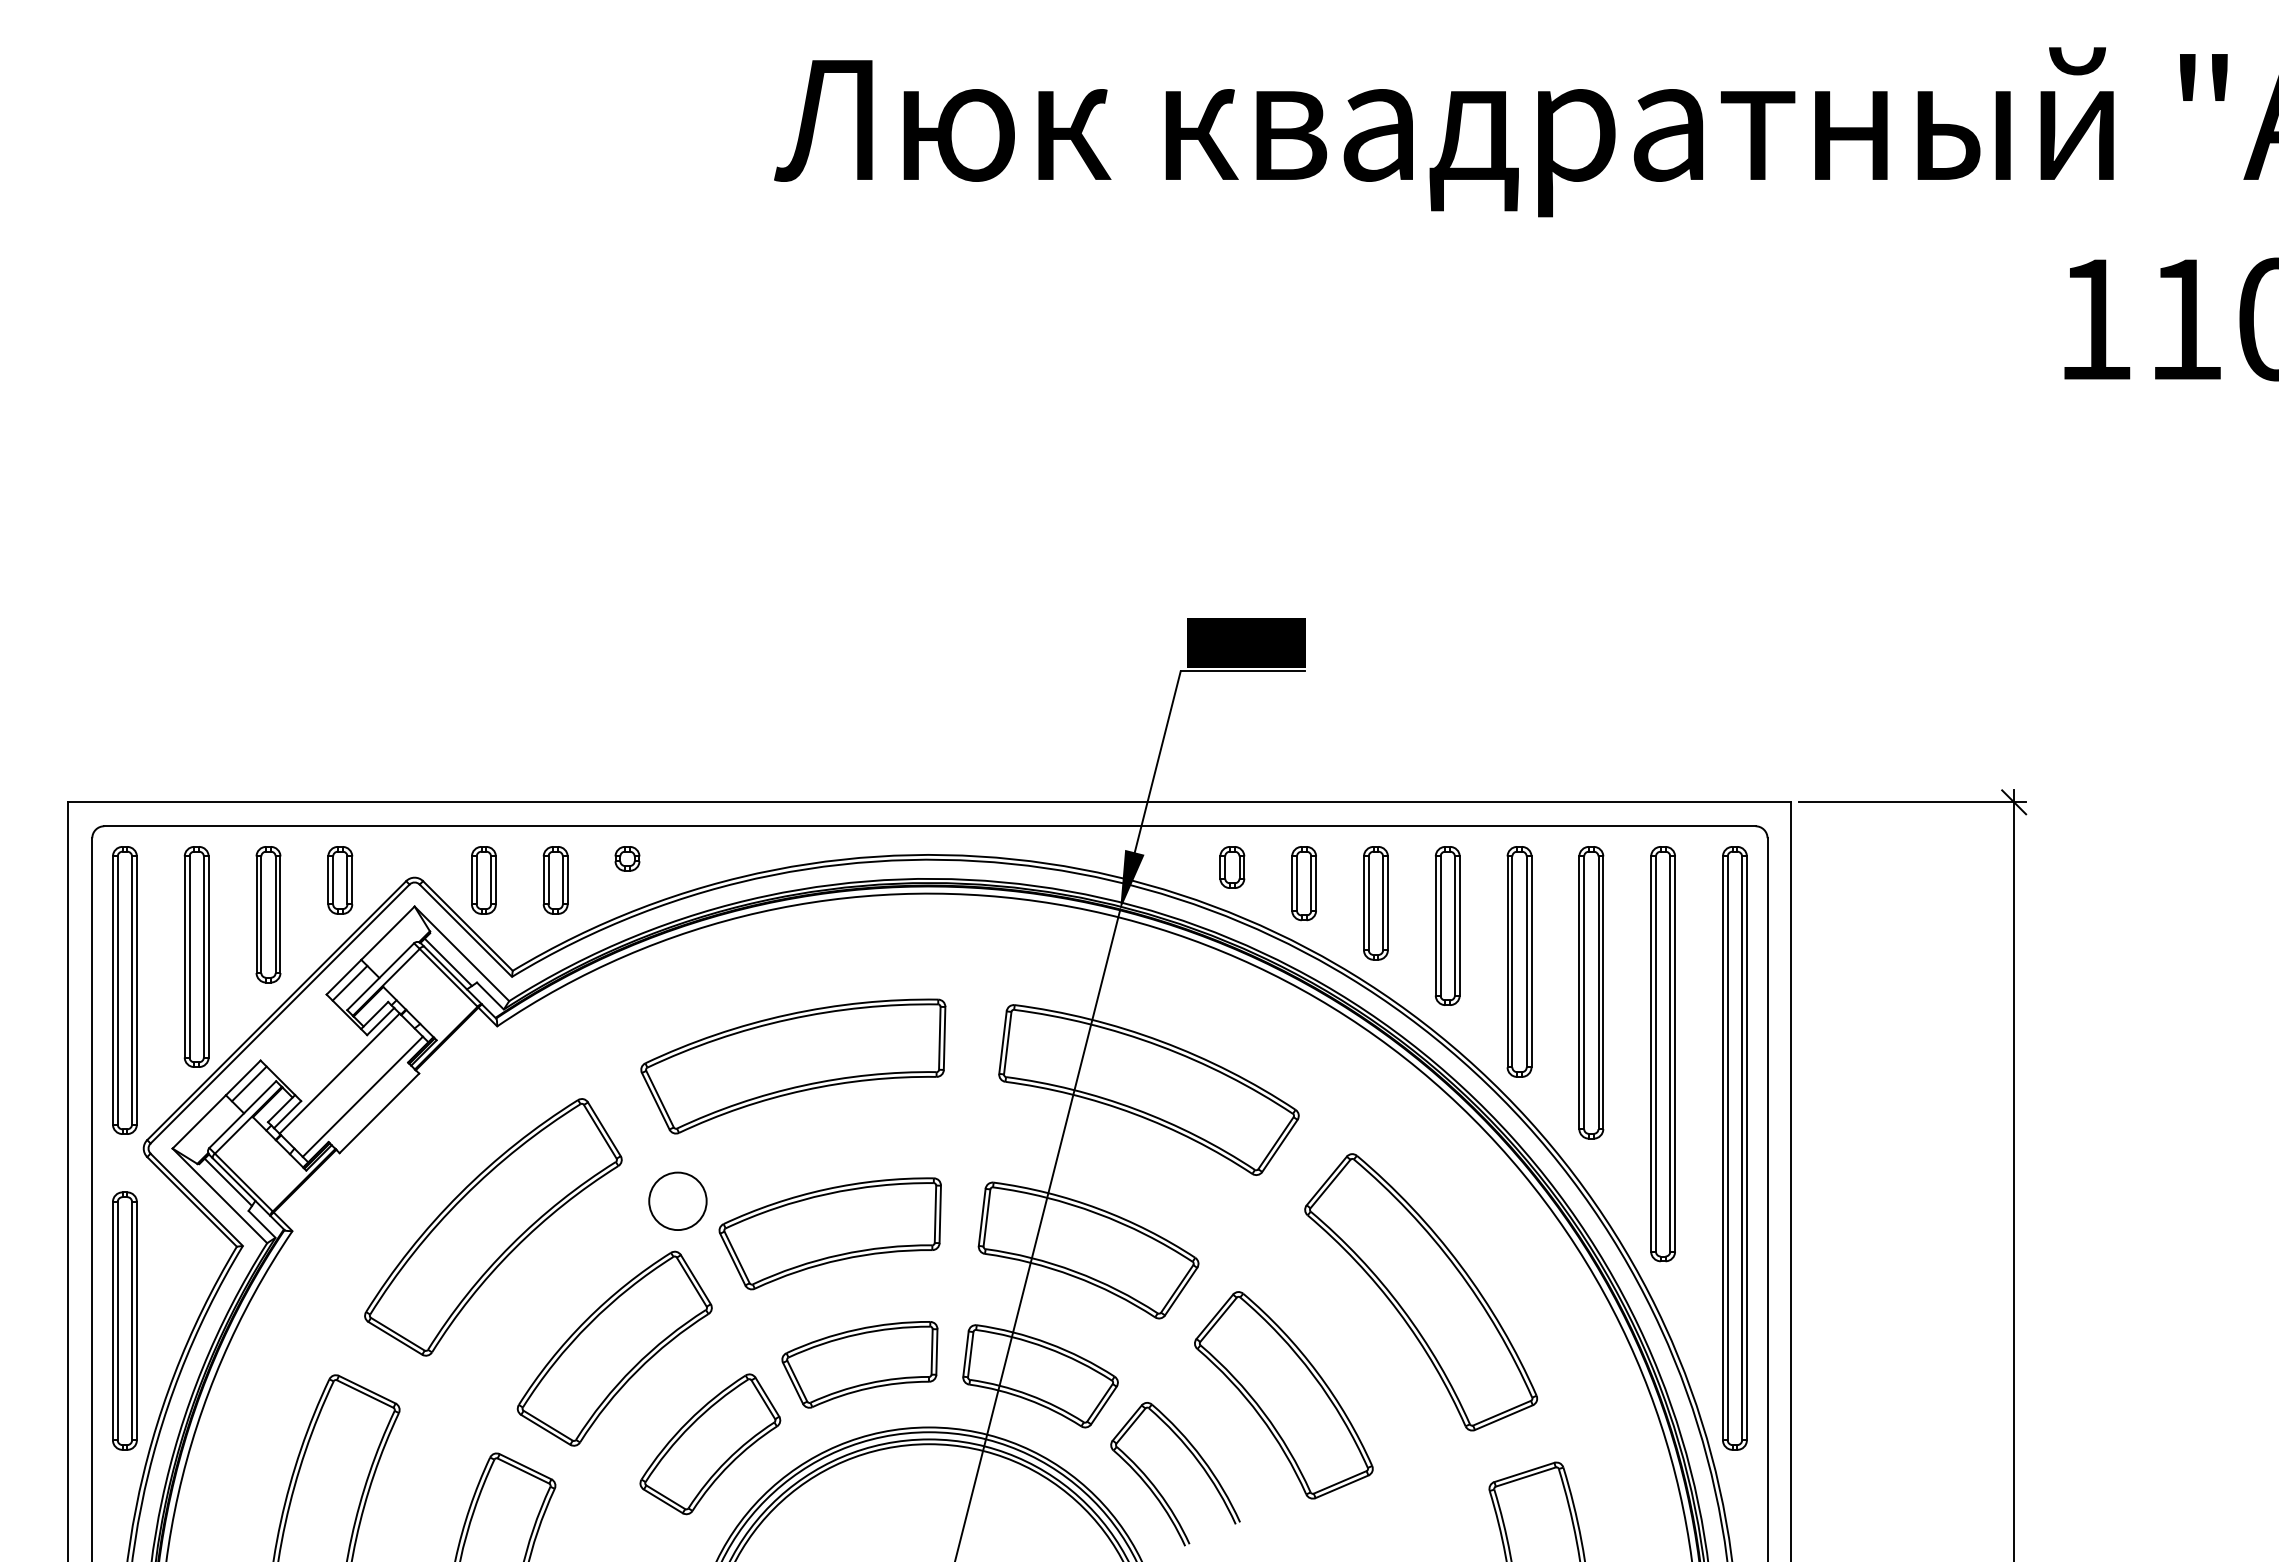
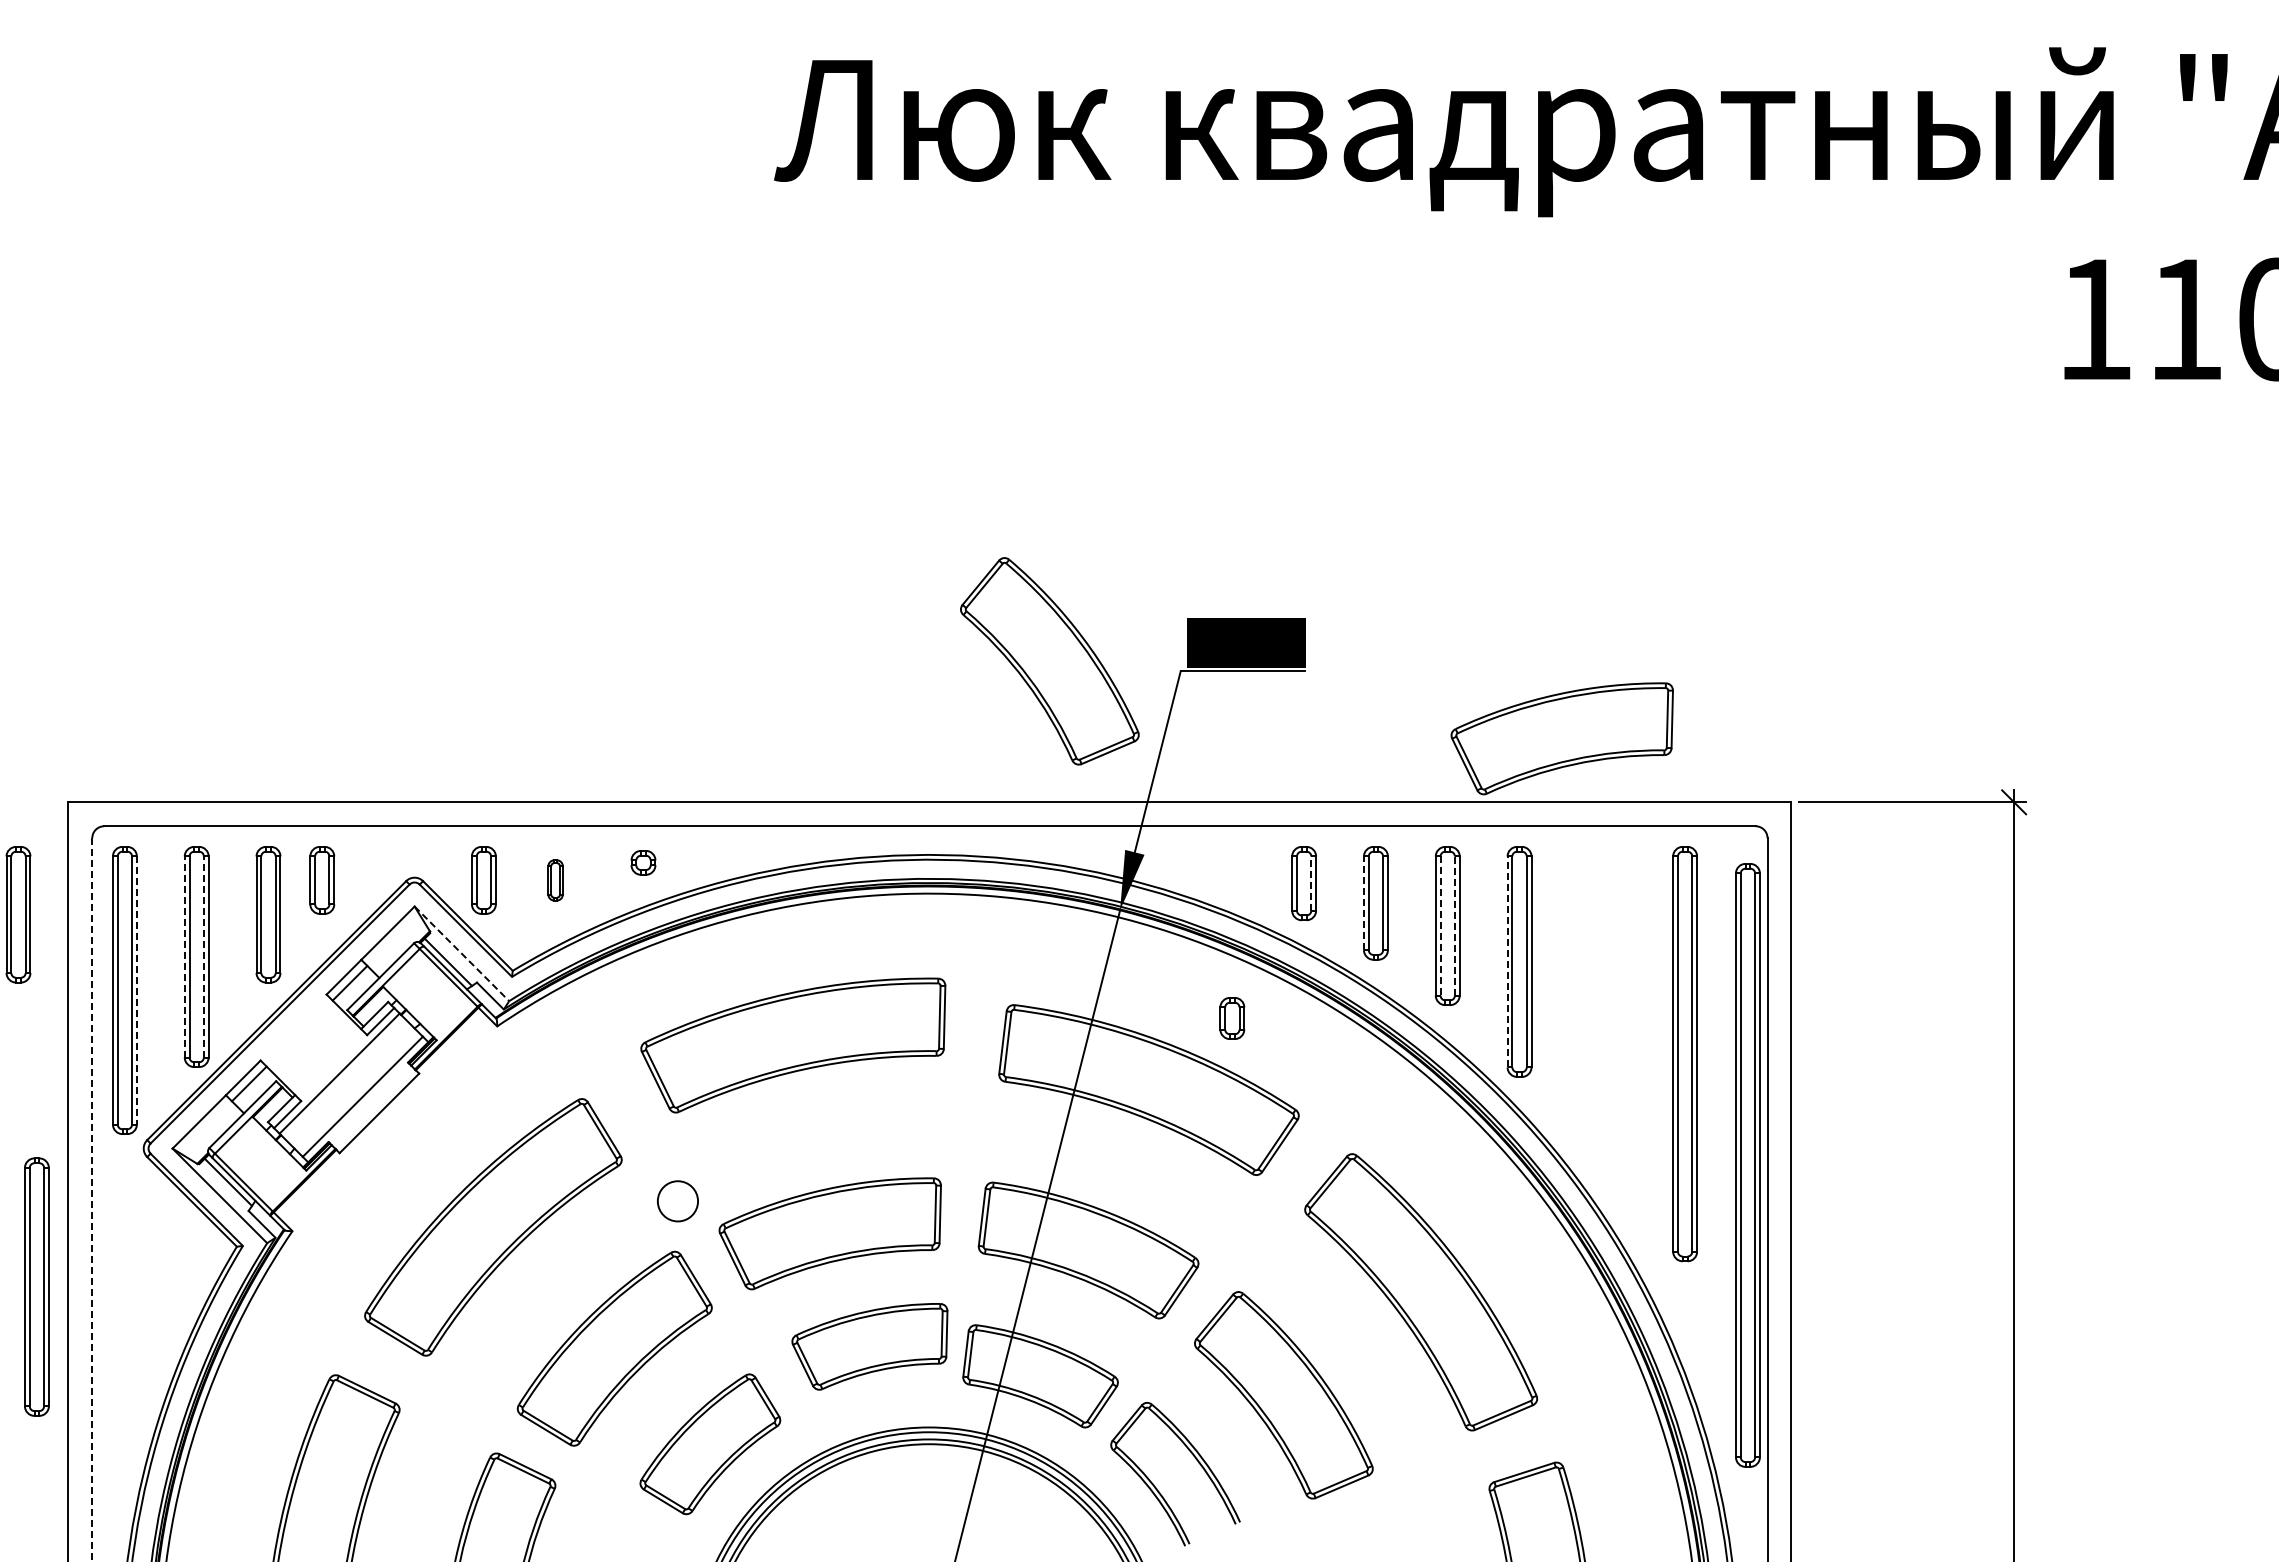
part at (1049, 661): none -> present
part at (1561, 738): none -> present
part at (627, 858) position: (627, 858) -> (643, 862)
part at (1232, 867) position: (1232, 867) -> (1232, 1018)
part at (340, 880) position: (340, 880) -> (322, 880)
part at (555, 880) size: 27x69 px -> 17x43 px
line at (1311, 883): solid -> dashed
line at (1363, 903): solid -> dashed
part at (18, 914): none -> present
line at (1440, 926): solid -> dashed
line at (1454, 926): solid -> dashed
line at (461, 953): solid -> dashed
line at (184, 956): solid -> dashed
line at (203, 956): solid -> dashed
line at (1507, 961): solid -> dashed
line at (136, 991): solid -> dashed
part at (1591, 992): present -> none
part at (1662, 1054) position: (1662, 1054) -> (1684, 1054)
part at (793, 1066) position: (793, 1066) -> (793, 1045)
part at (1734, 1148) position: (1734, 1148) -> (1747, 1165)
line at (92, 1200): solid -> dashed
circle at (677, 1201) diameter: 57 px -> 40 px
part at (124, 1320) position: (124, 1320) -> (36, 1286)
part at (859, 1364) position: (859, 1364) -> (869, 1346)
